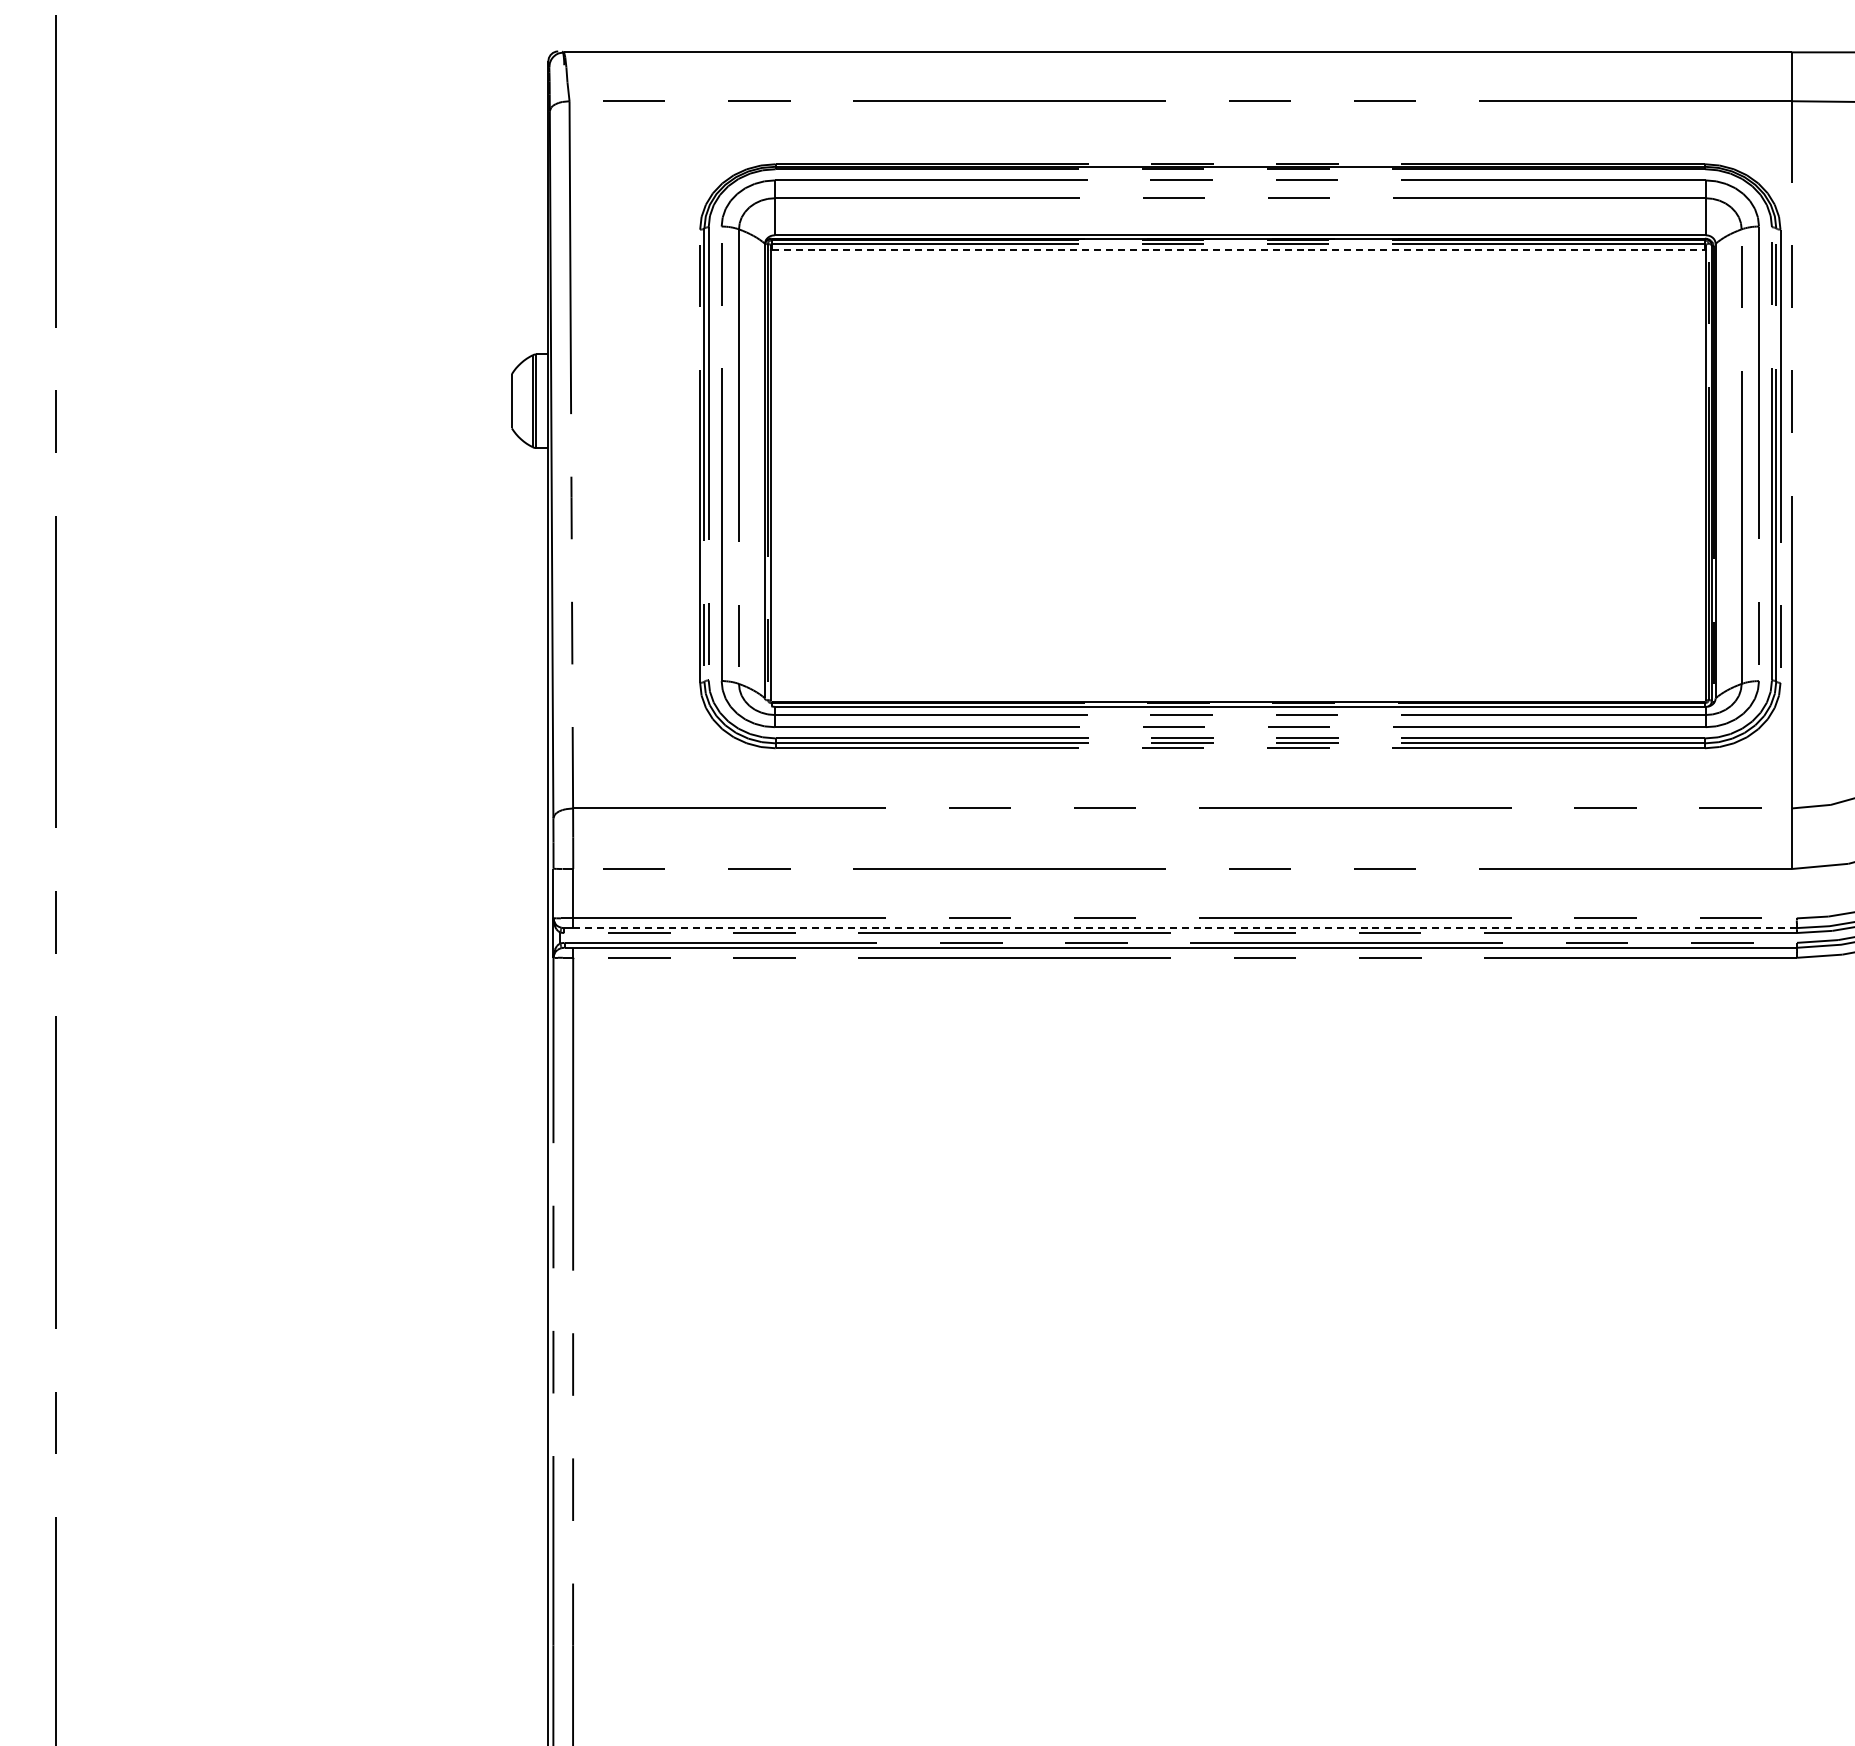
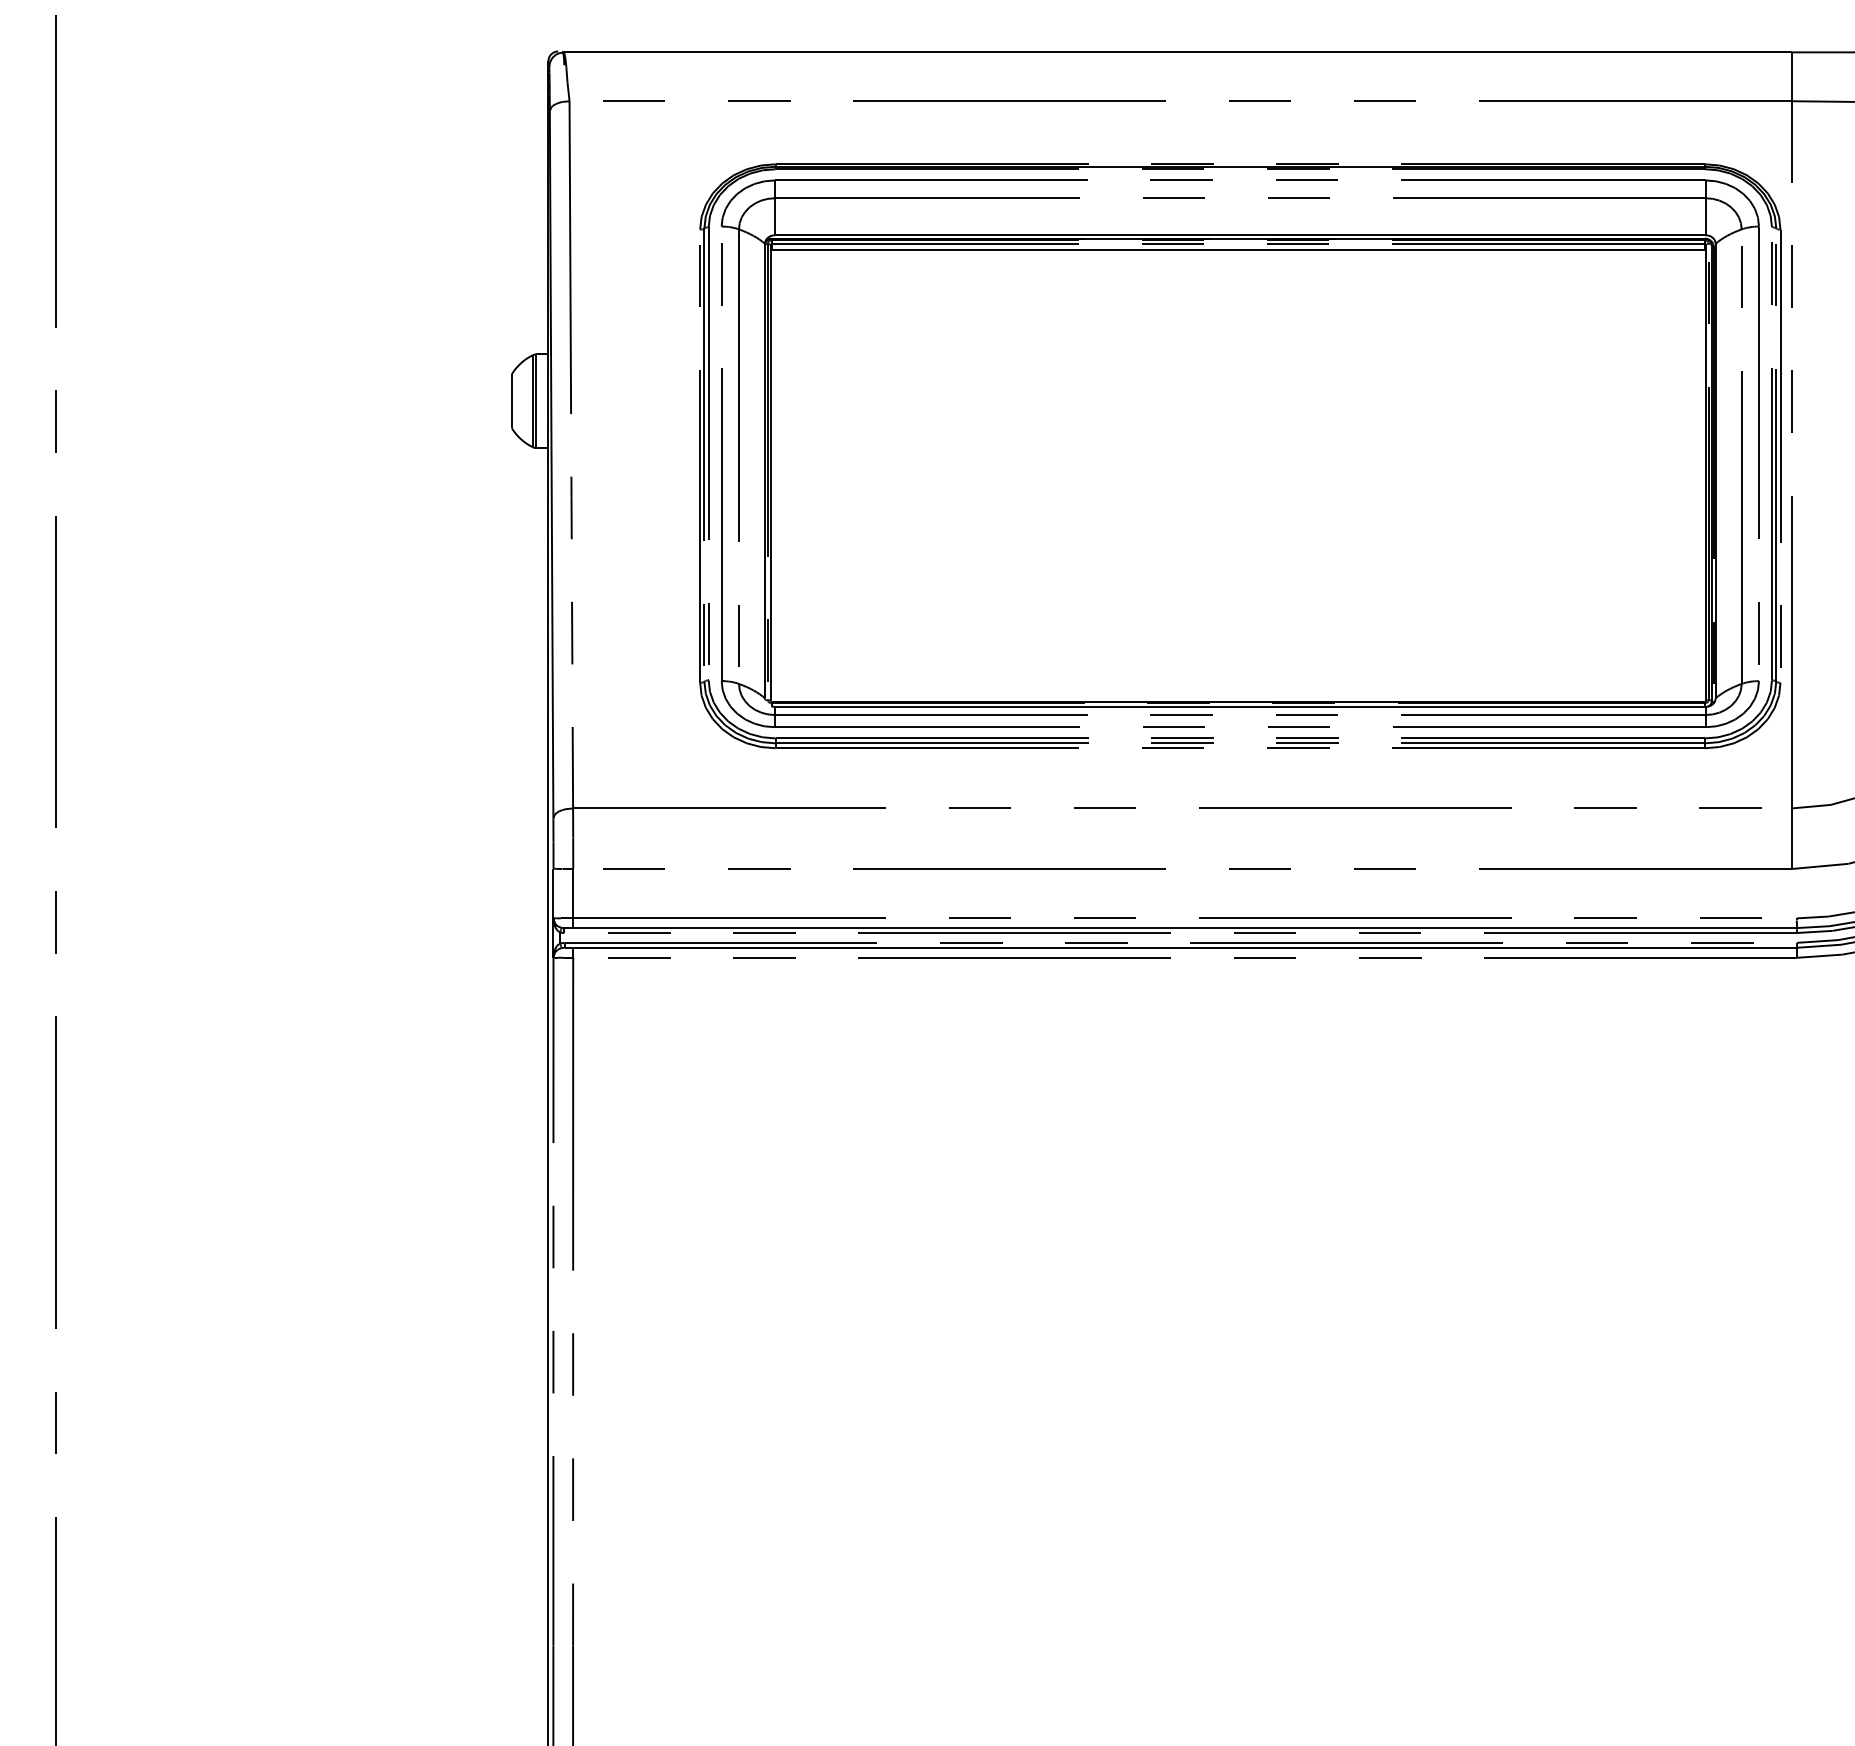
line at (1238, 249): dashed -> solid
line at (1185, 928): dashed -> solid
